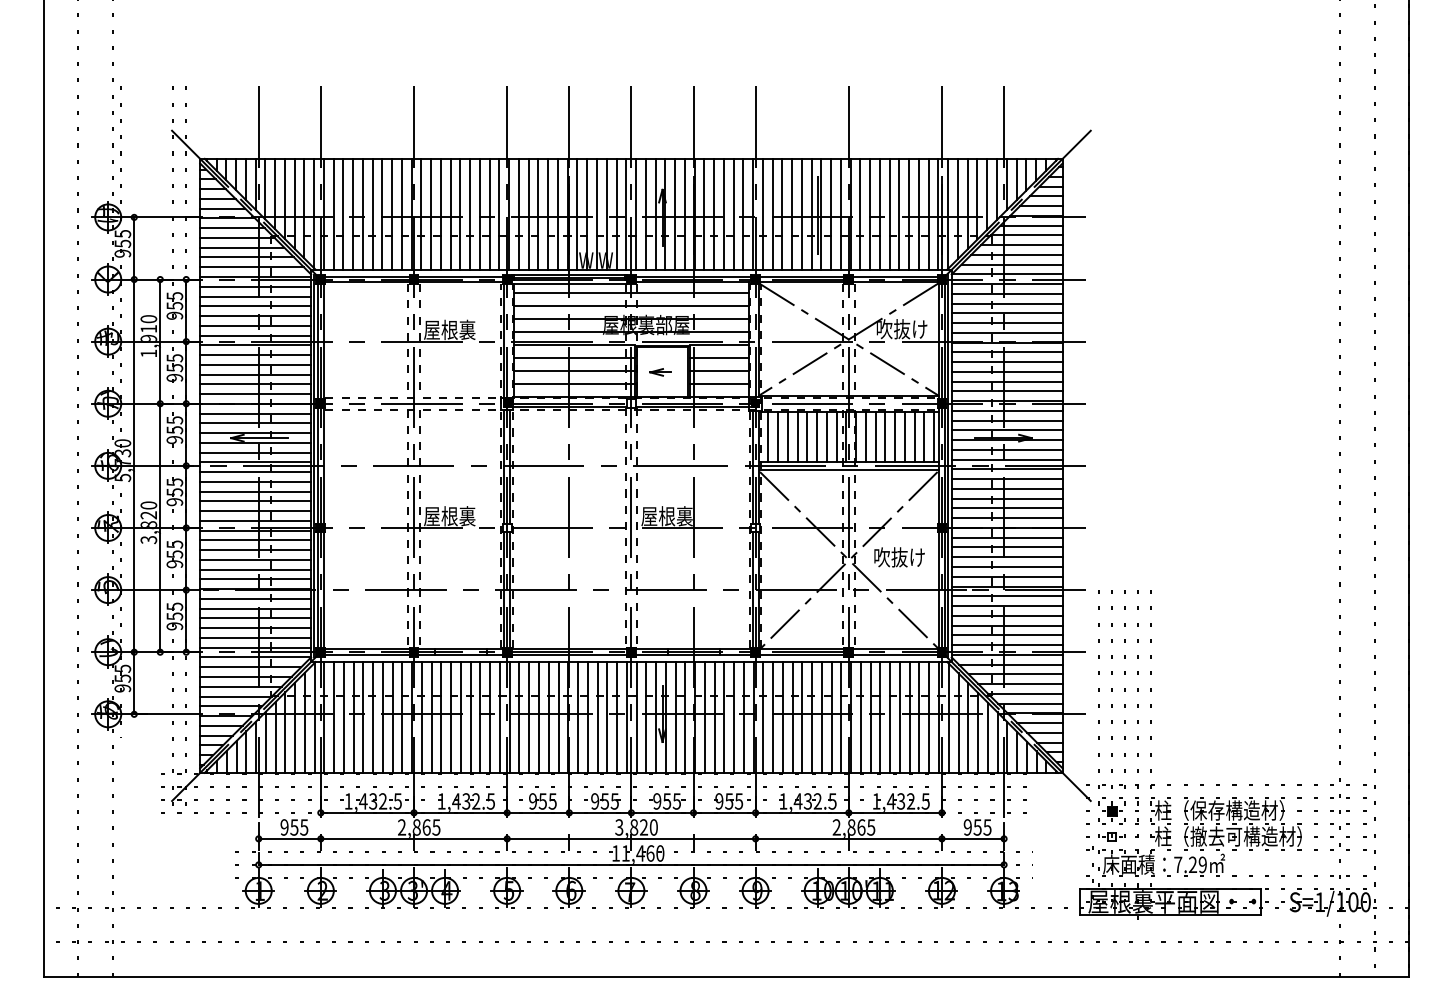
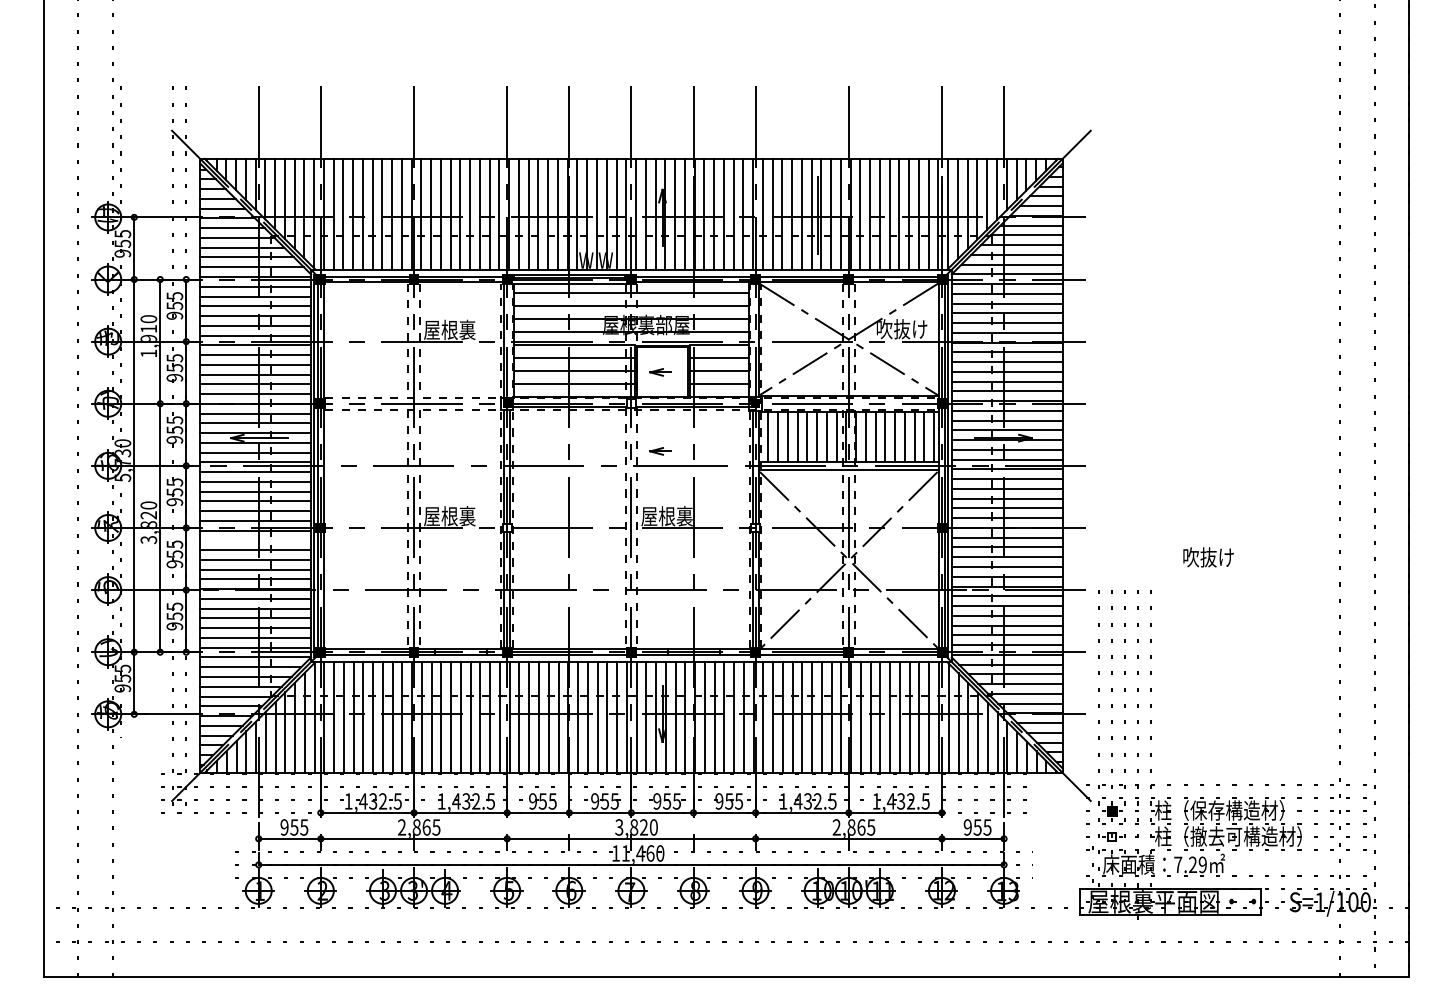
part at (660, 451): none -> present
line at (255, 540): present -> none
text at (899, 557) position: (899, 557) -> (1208, 557)
